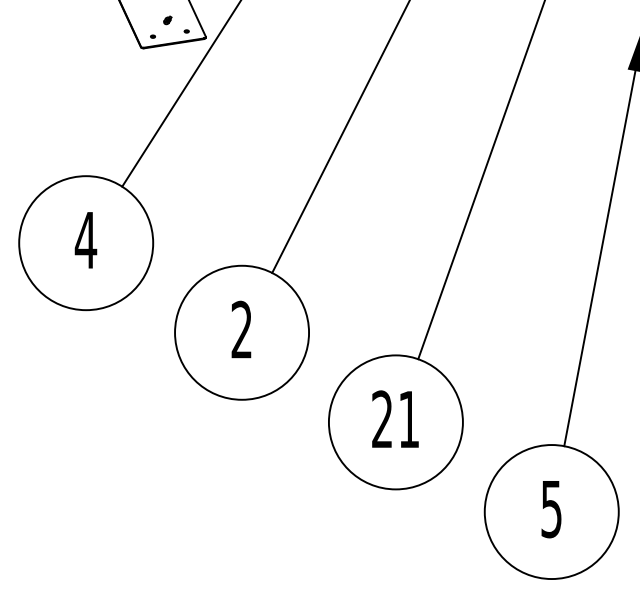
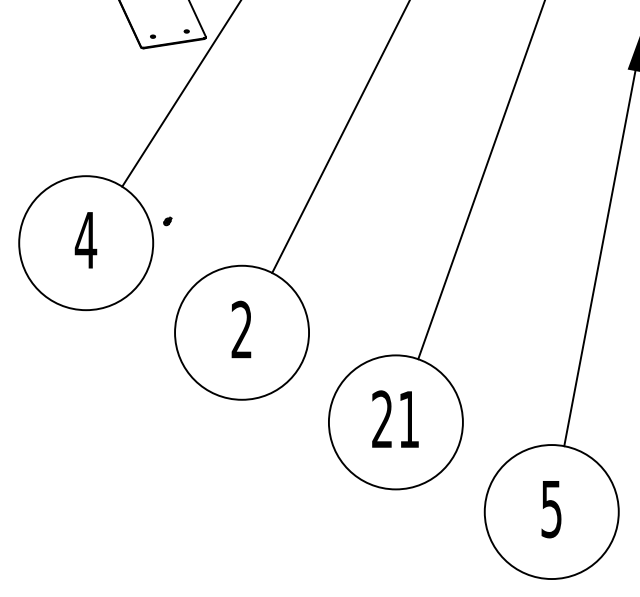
part at (167, 20) position: (167, 20) -> (167, 221)
